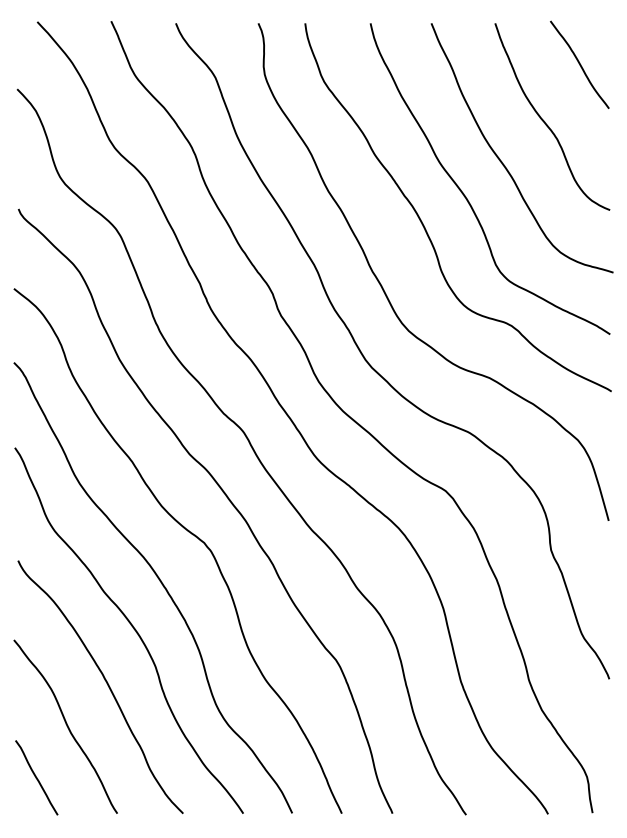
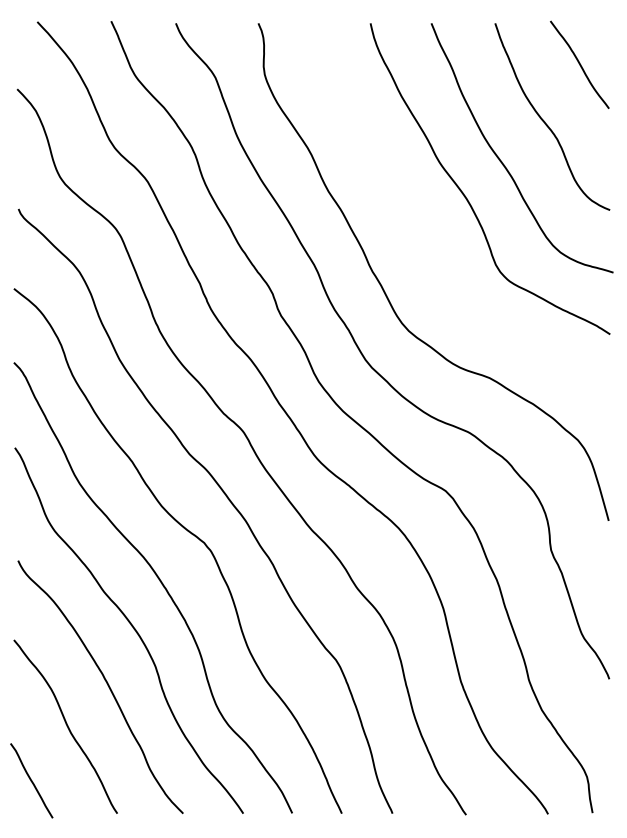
curve at (423, 223): present -> none
curve at (36, 777) position: (36, 777) -> (31, 780)
